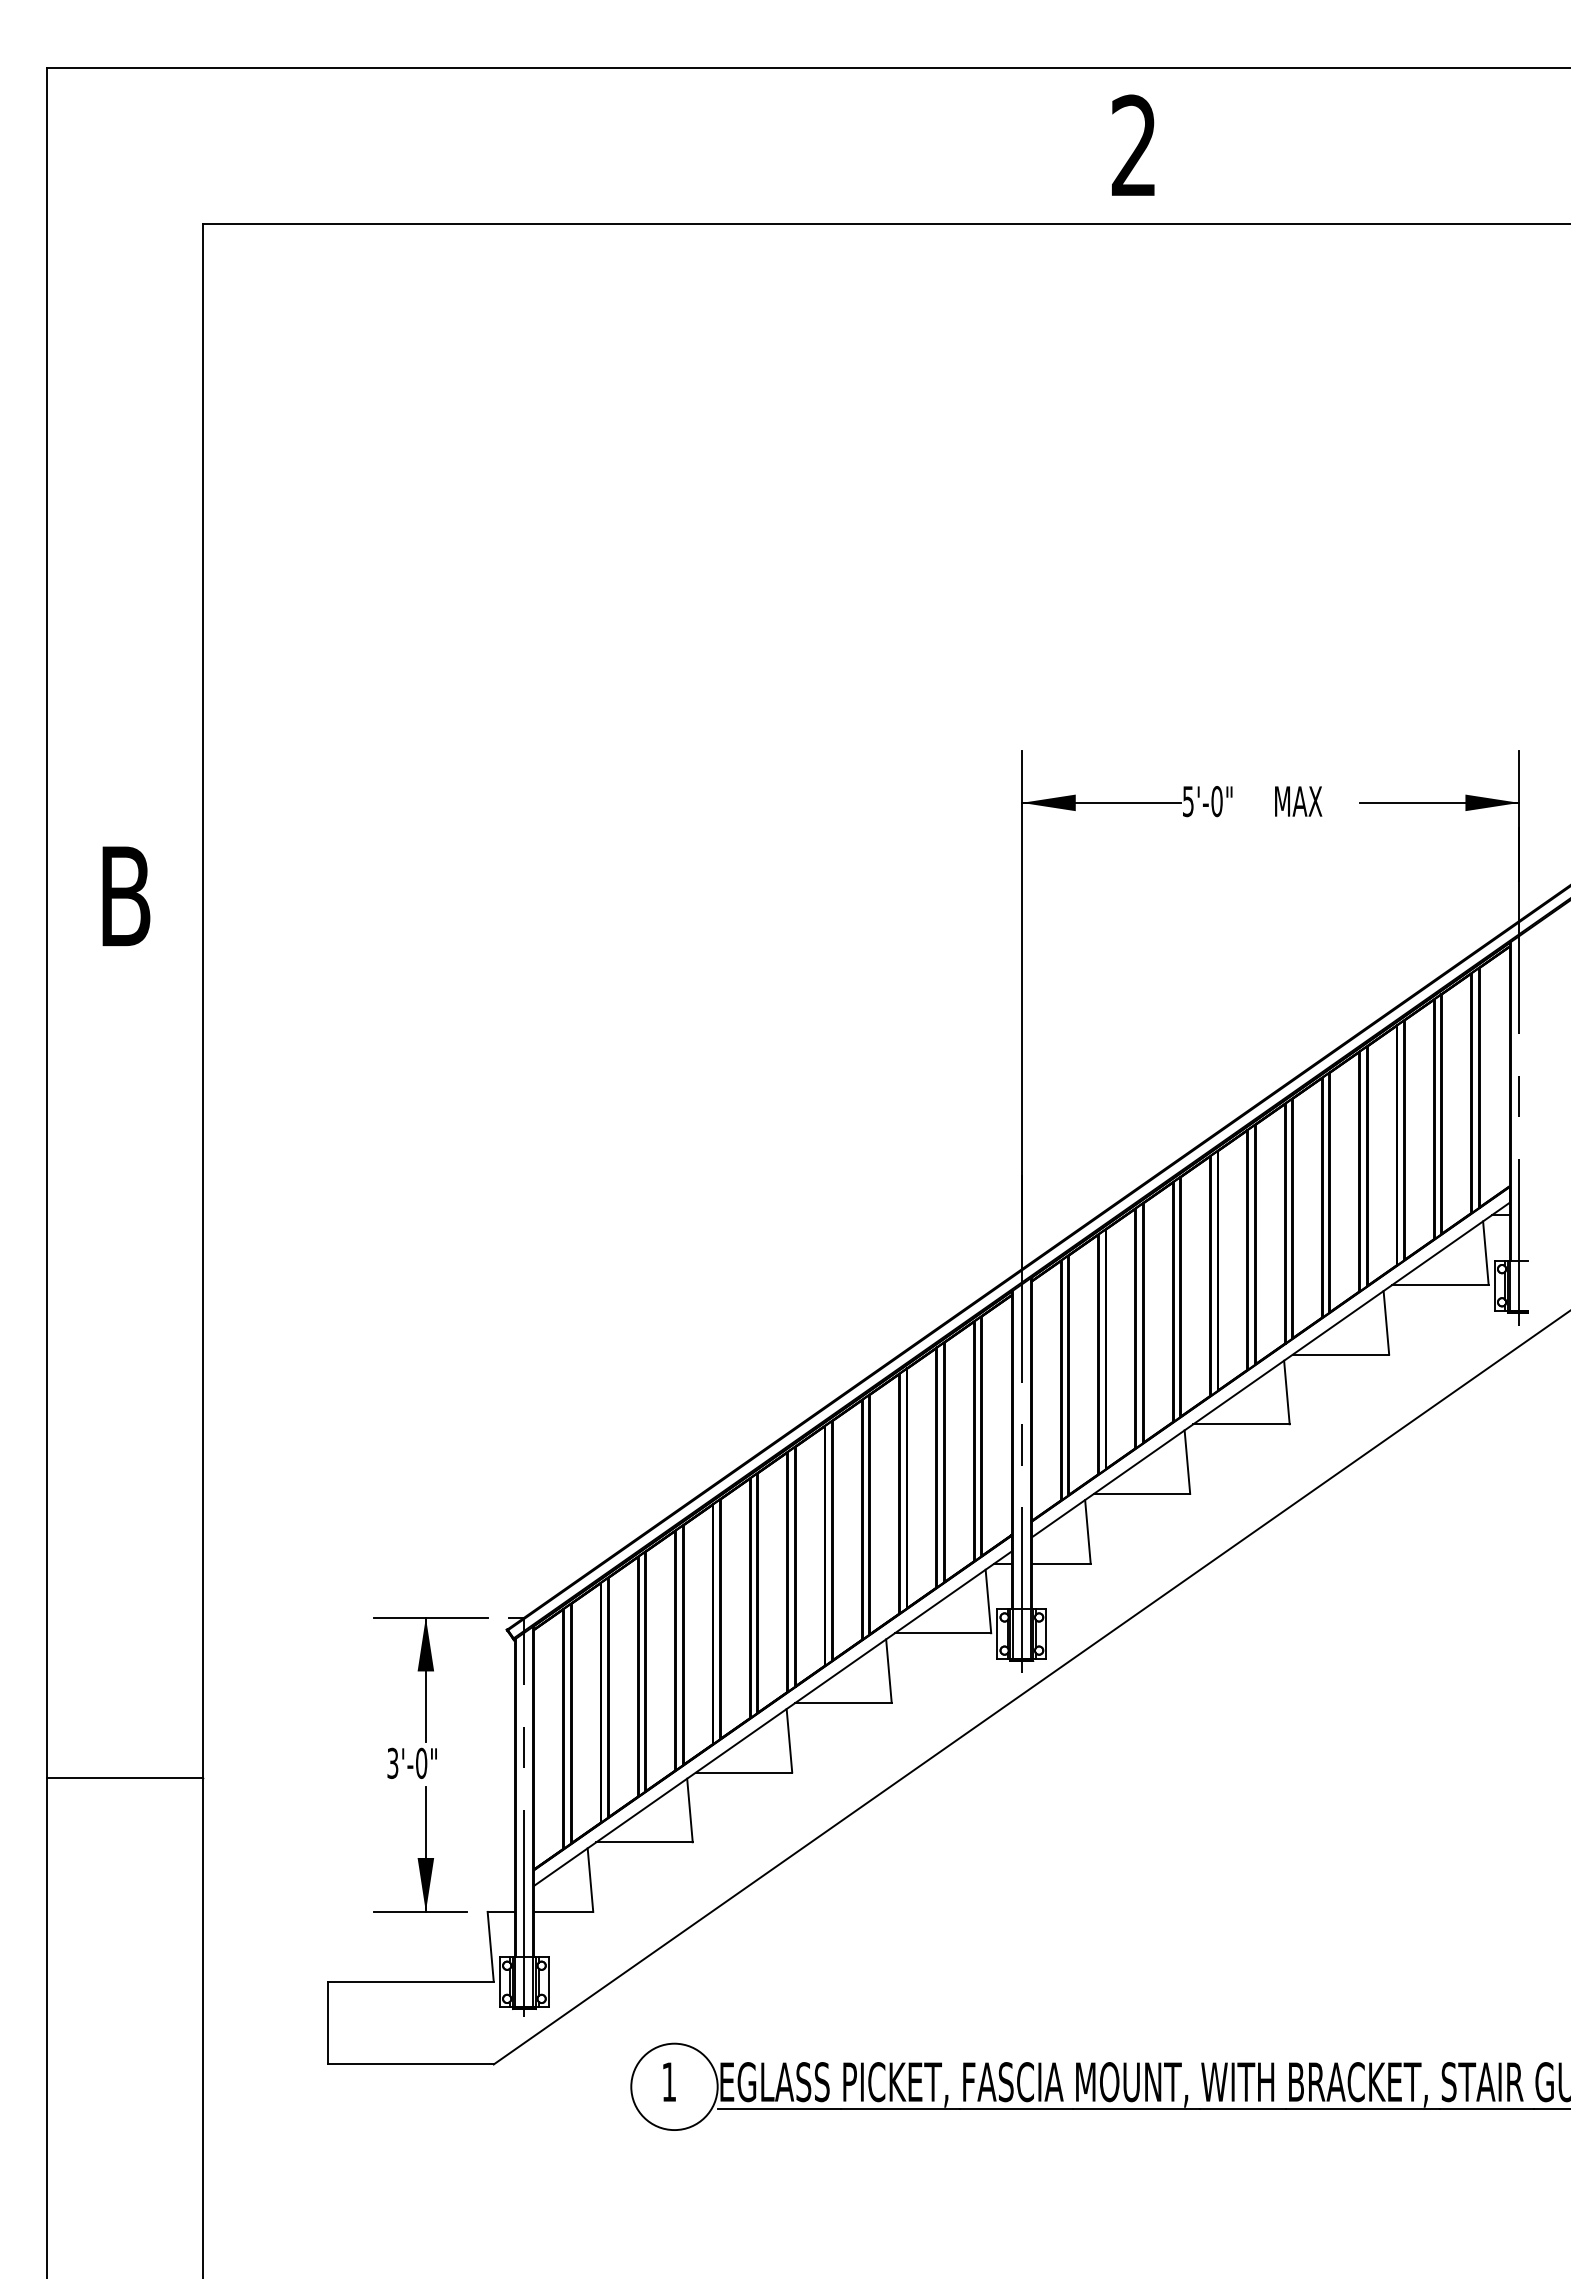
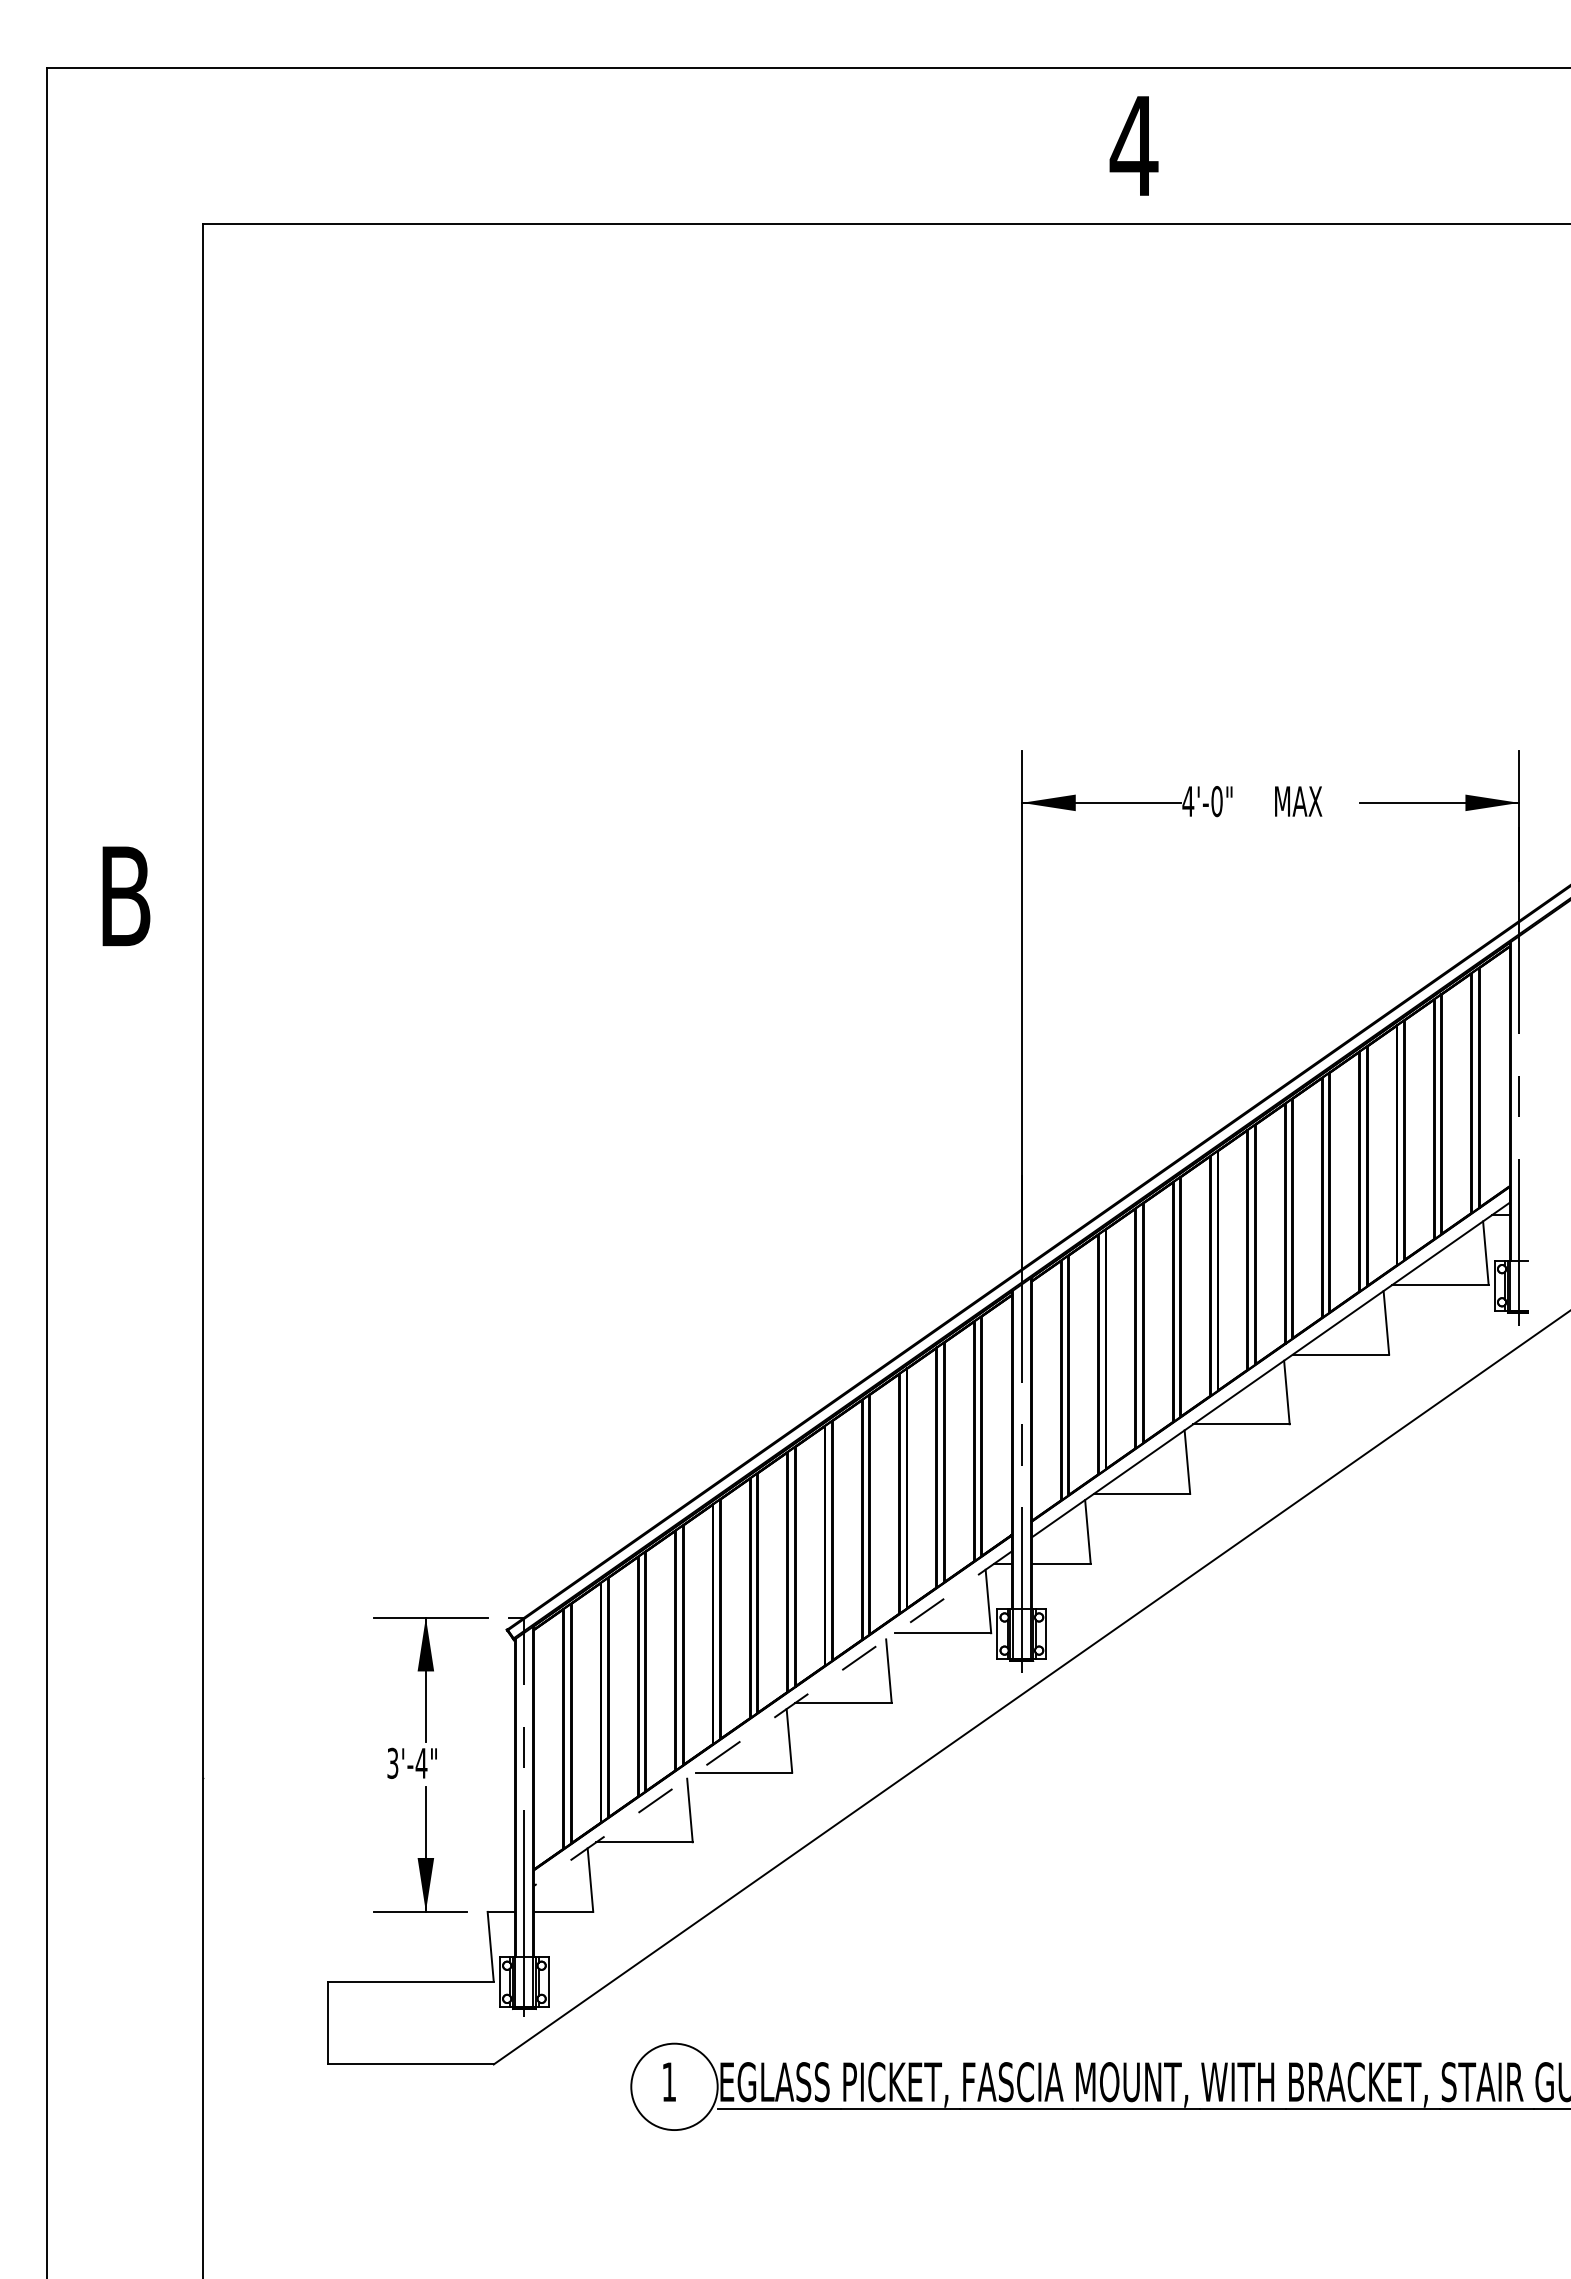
text at (1133, 144): 2 -> 4
text at (1188, 801): 5'-0" -> 4'-0"
line at (773, 1718): solid -> dashed
text at (421, 1762): 3'-0" -> 3'-4"
line at (124, 1778): present -> none
